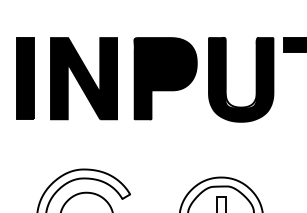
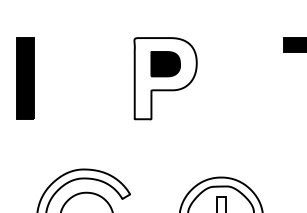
part at (83, 78): present -> none
fill at (165, 78): present -> none
part at (255, 79): present -> none
